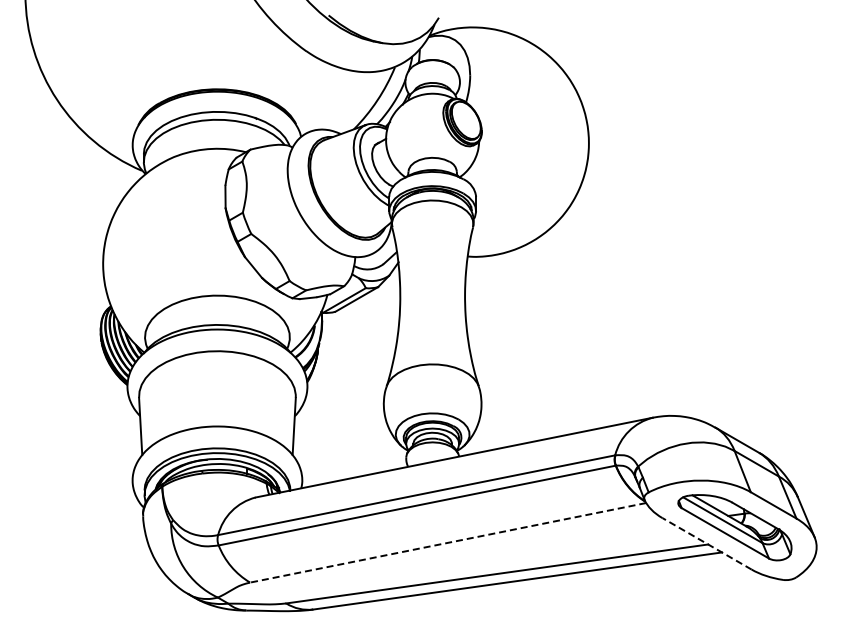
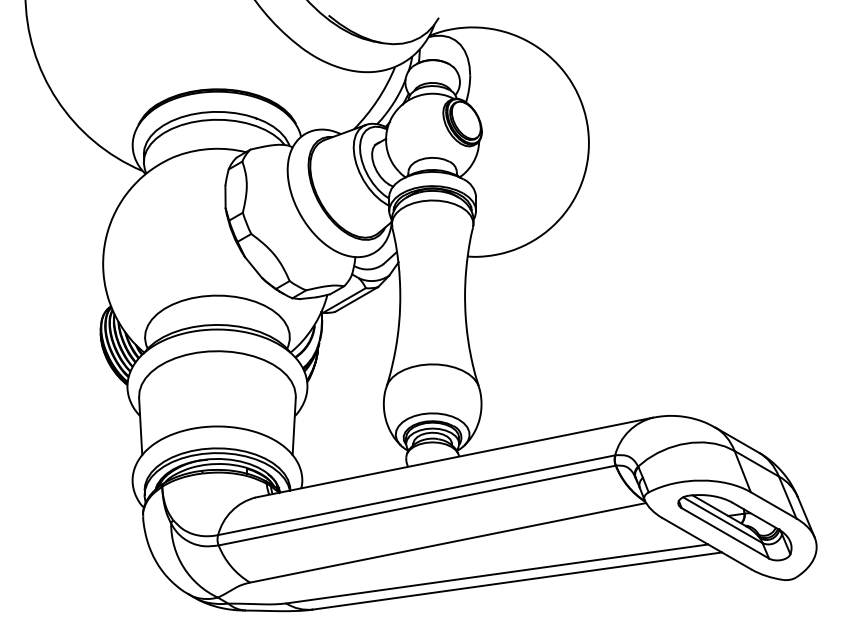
line at (448, 542): dashed -> solid
line at (706, 543): dashed -> solid
